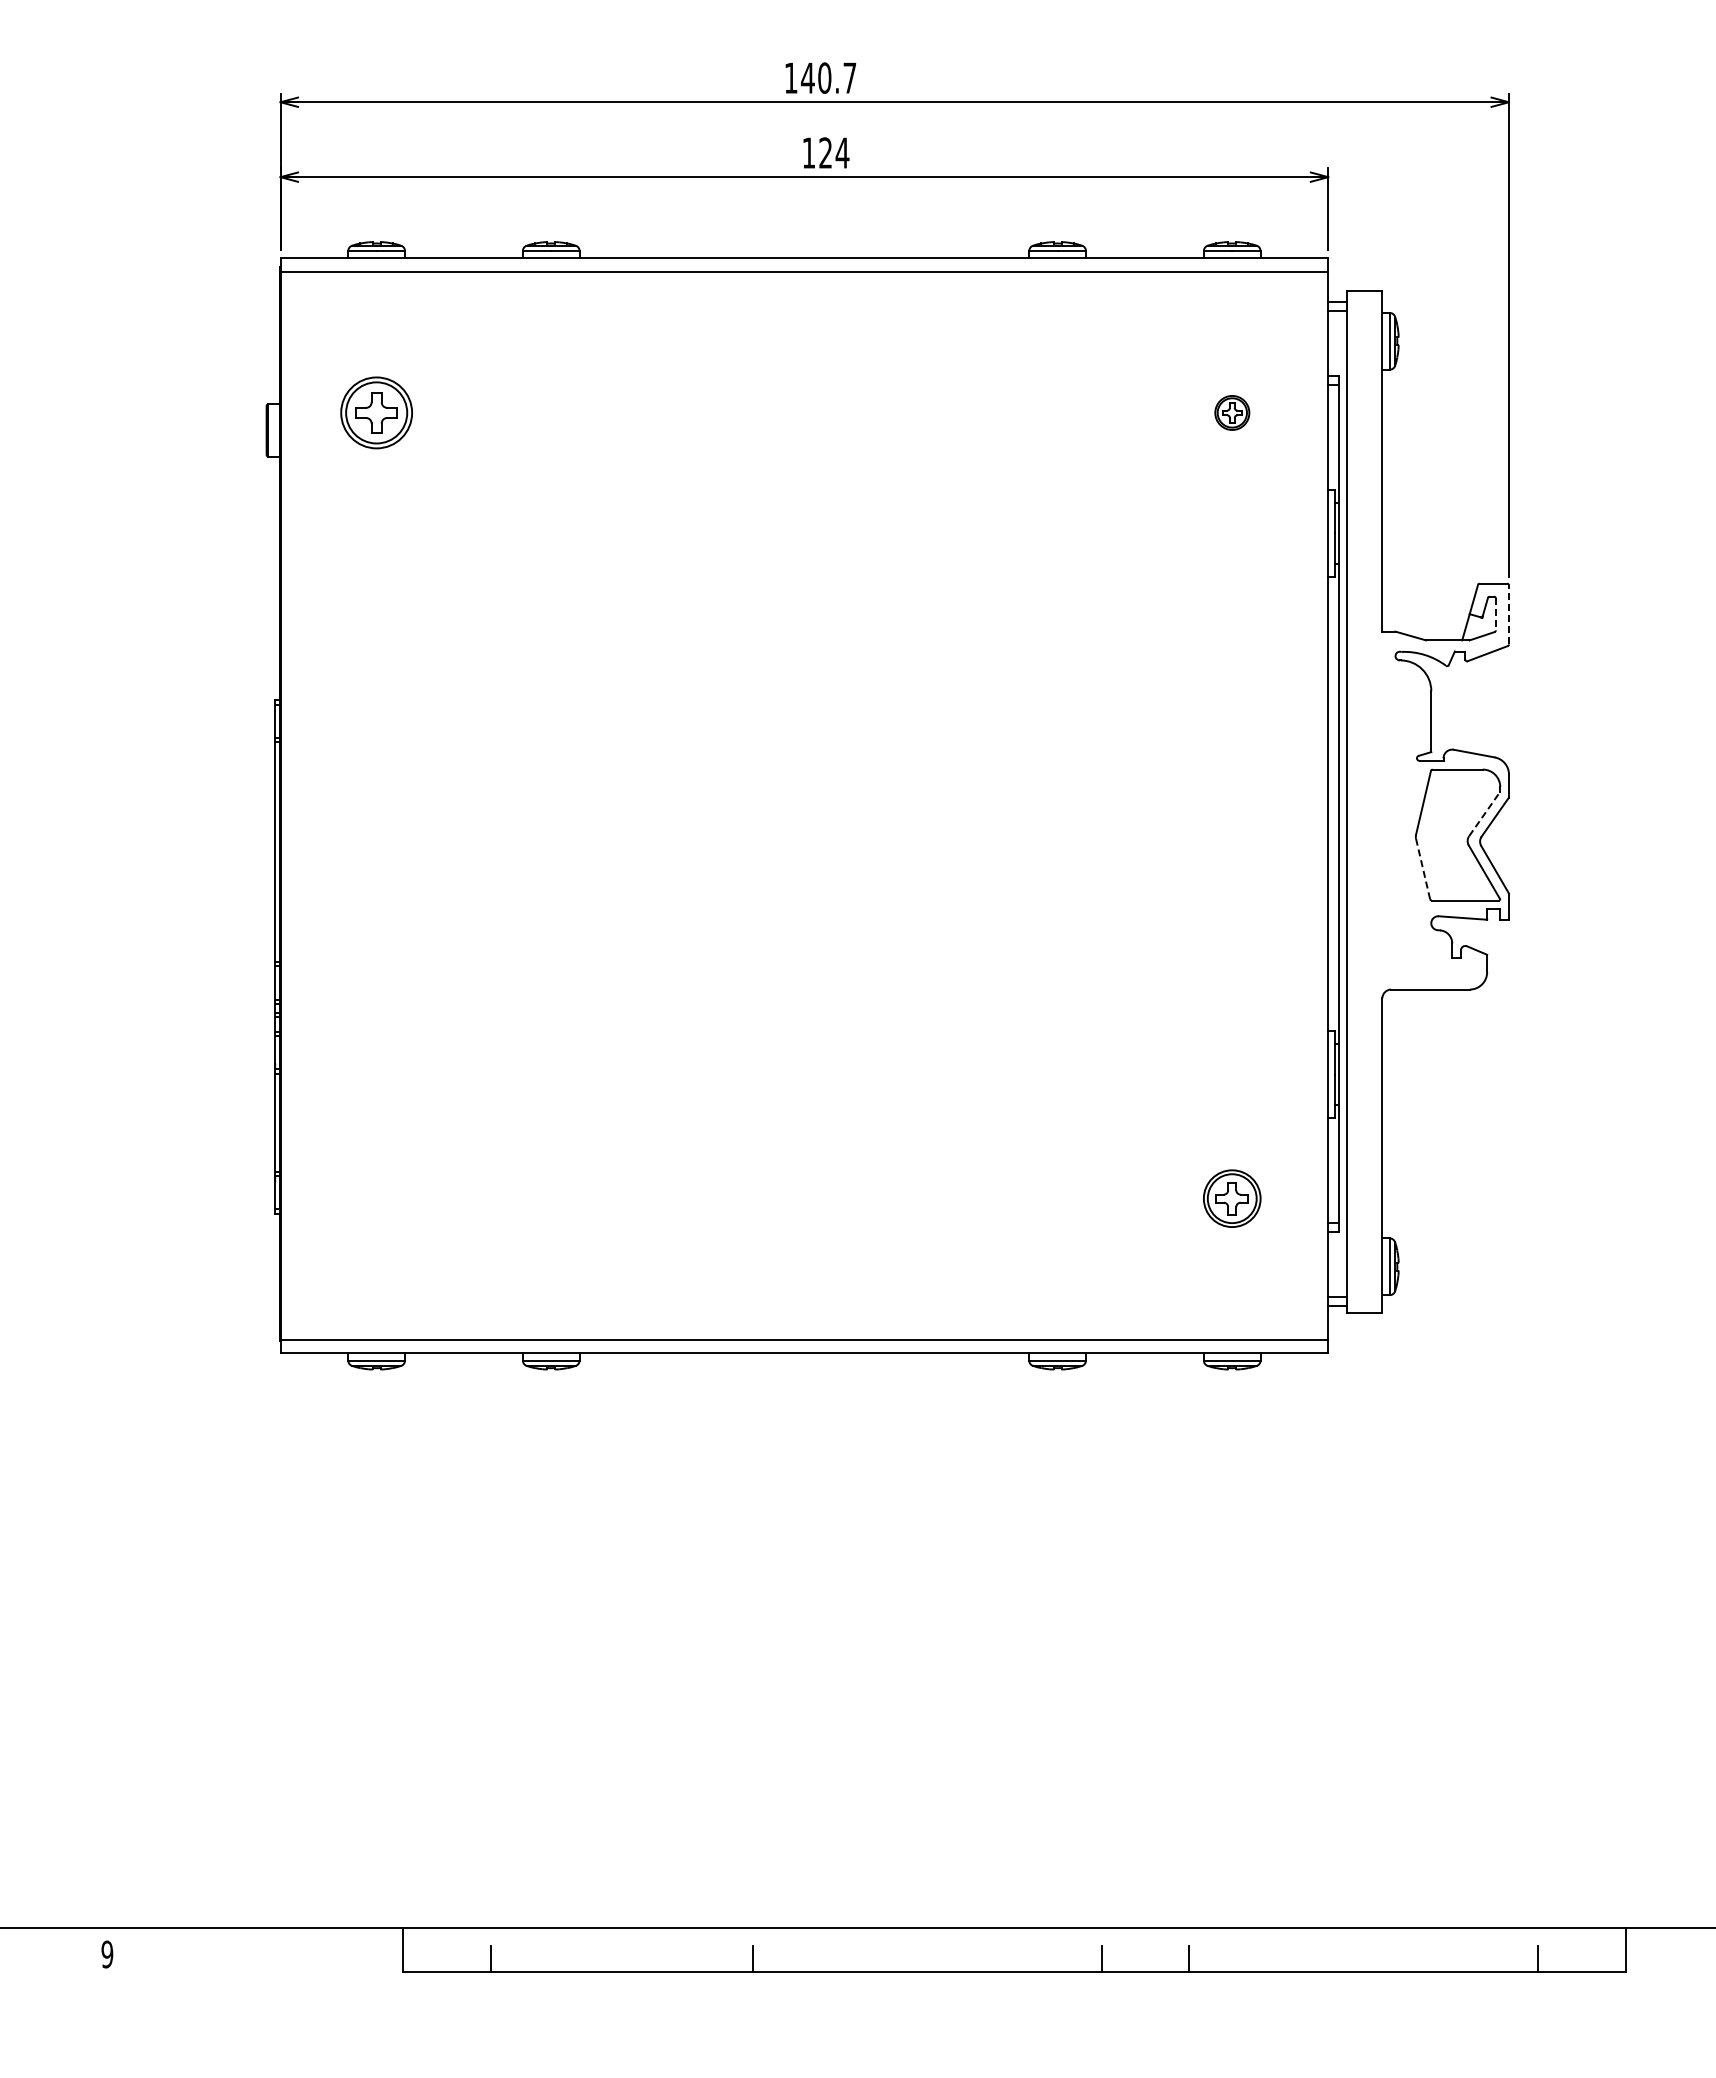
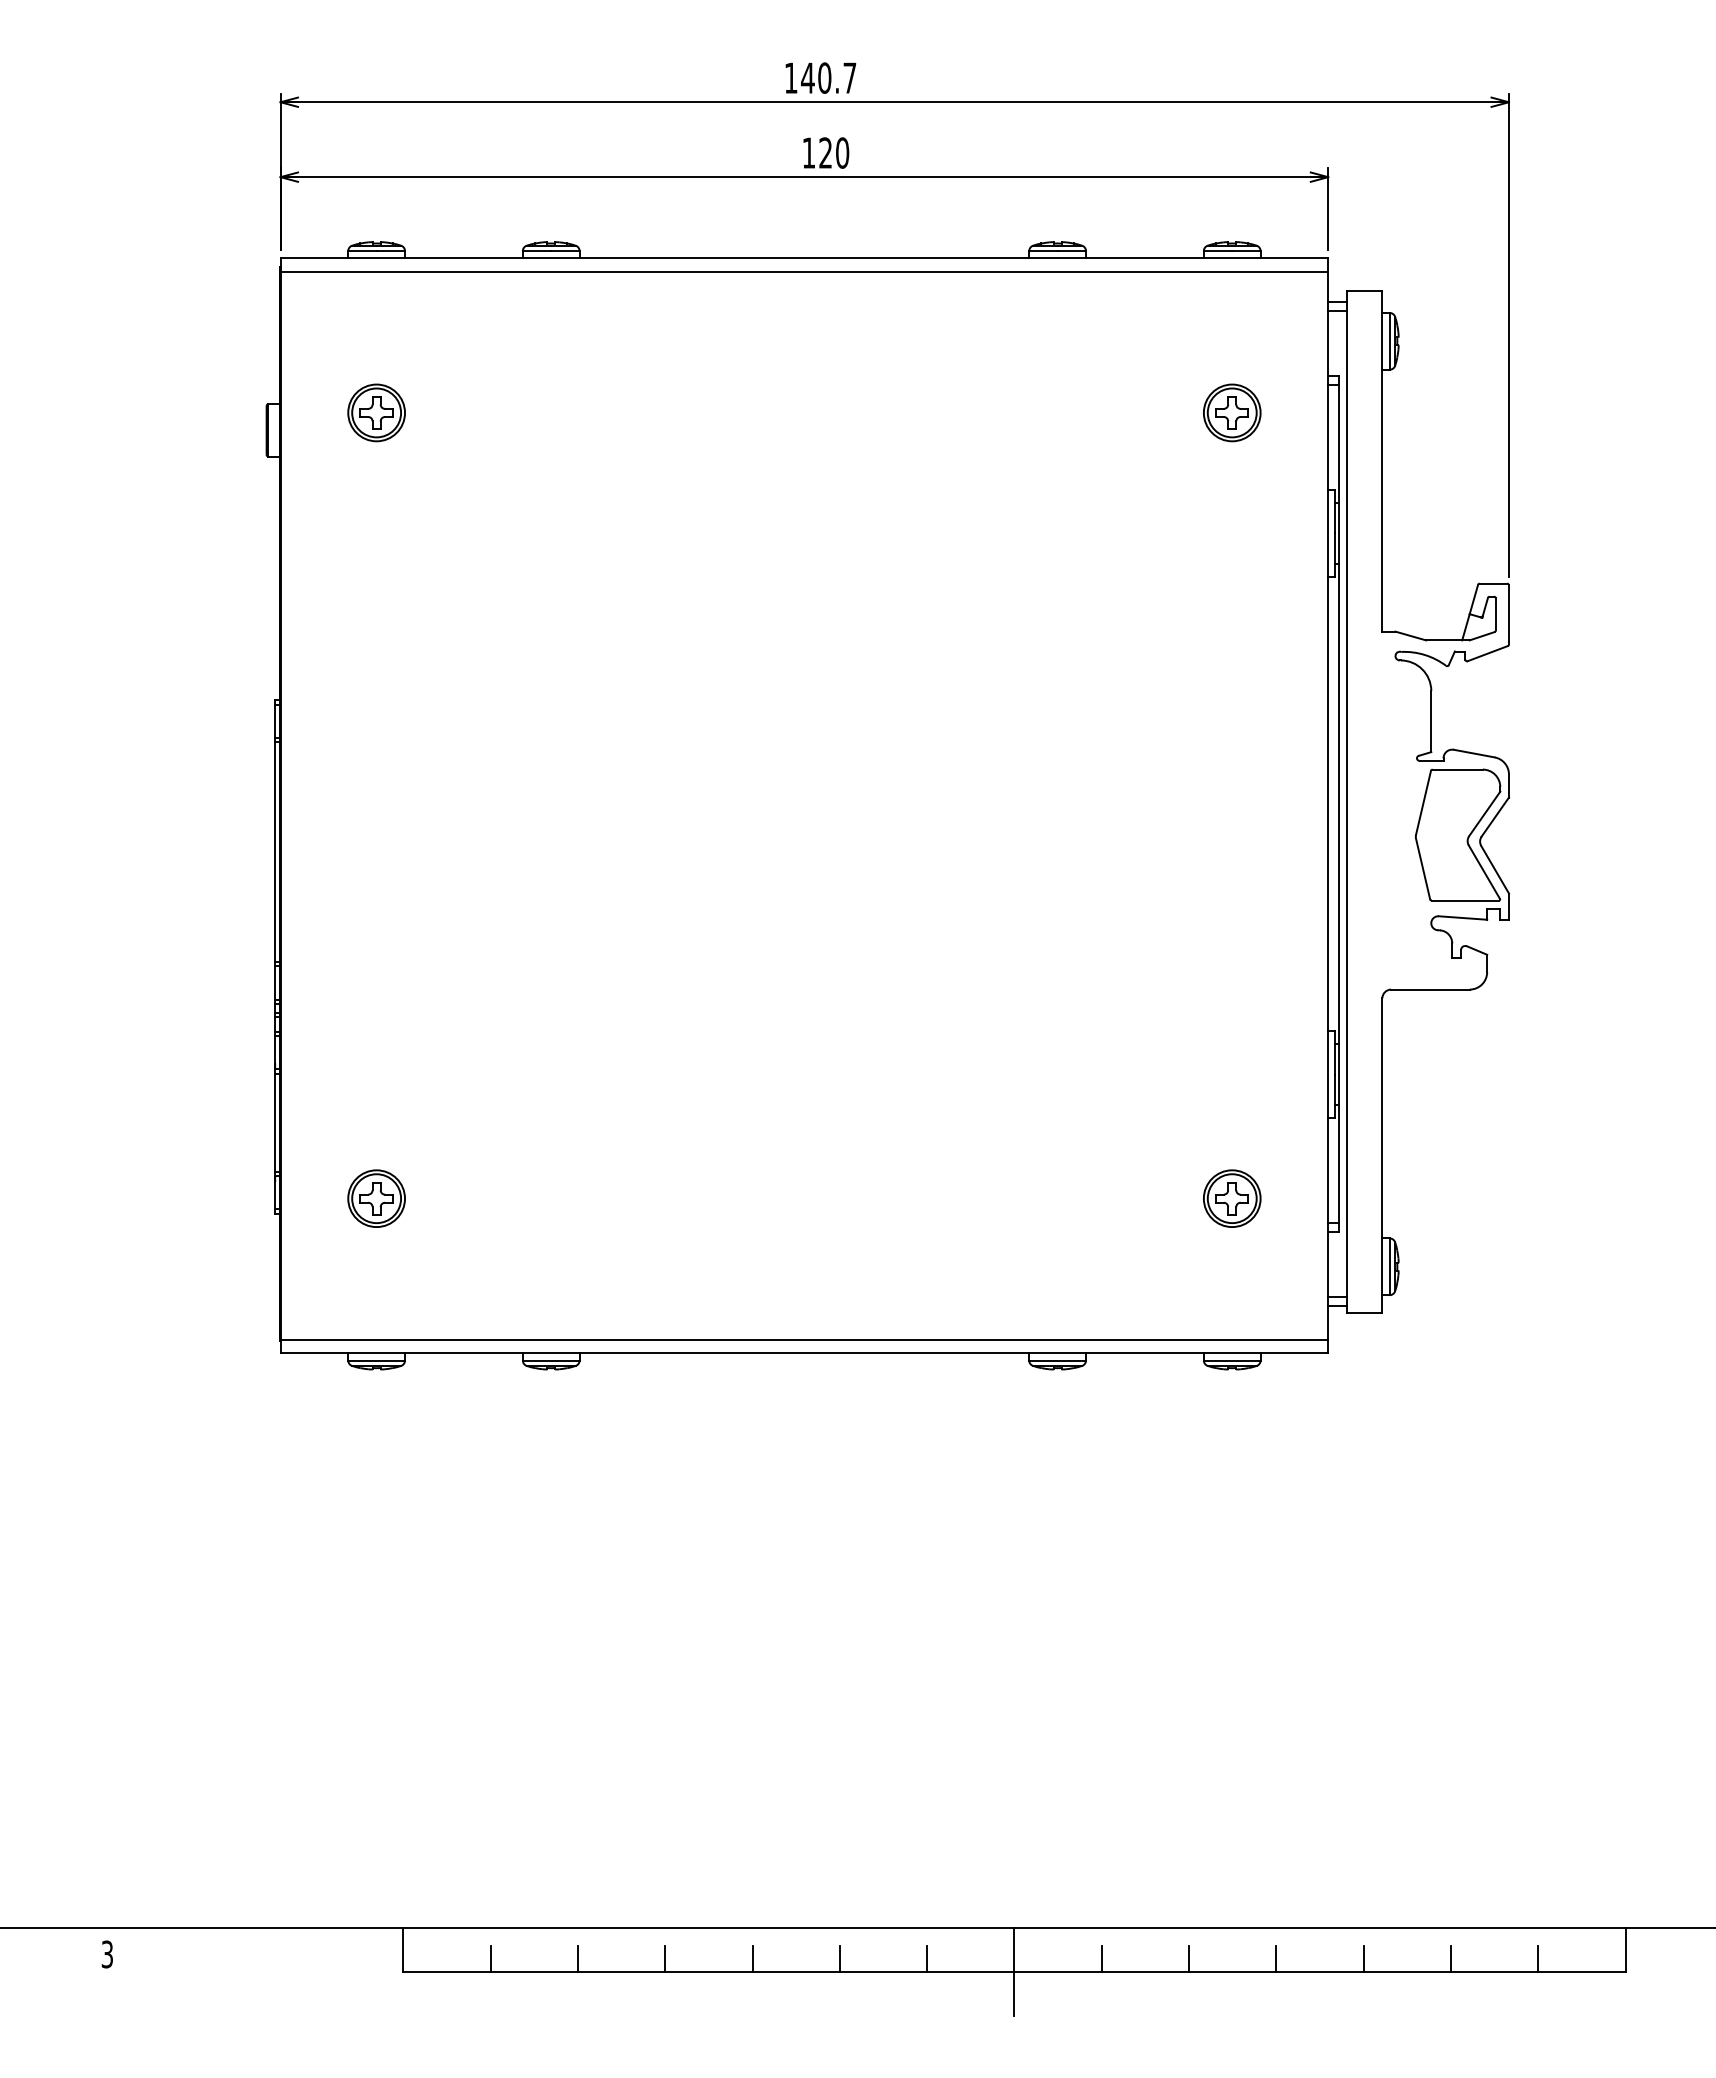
text at (842, 152): 124 -> 120
part at (376, 412) size: 73x74 px -> 59x60 px
part at (1232, 412) size: 37x36 px -> 59x60 px
line at (1495, 614): dashed -> solid
line at (1509, 614): dashed -> solid
line at (1485, 813): dashed -> solid
line at (1423, 869): dashed -> solid
part at (376, 1198): none -> present
text at (107, 1954): 9 -> 3
line at (577, 1958): none -> present
line at (665, 1958): none -> present
line at (839, 1958): none -> present
line at (927, 1958): none -> present
line at (1276, 1958): none -> present
line at (1363, 1958): none -> present
line at (1451, 1958): none -> present
line at (1014, 1971): none -> present
